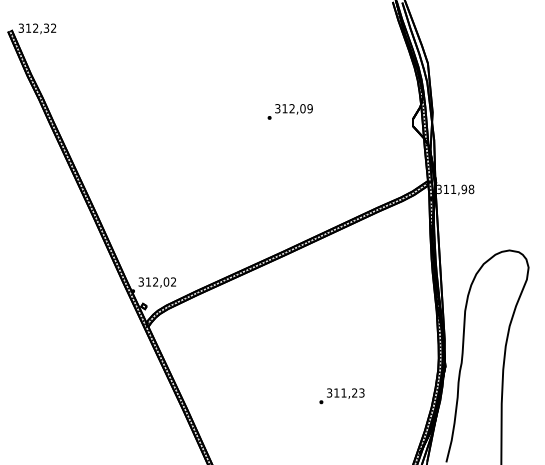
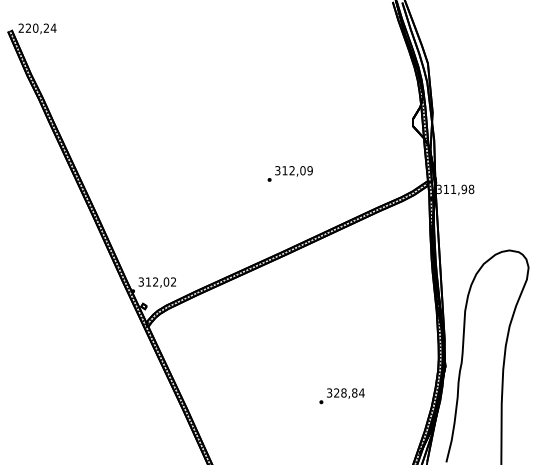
text at (37, 27): 312,32 -> 220,24
text at (289, 111) position: (289, 111) -> (289, 173)
text at (349, 392): 311,23 -> 328,84
